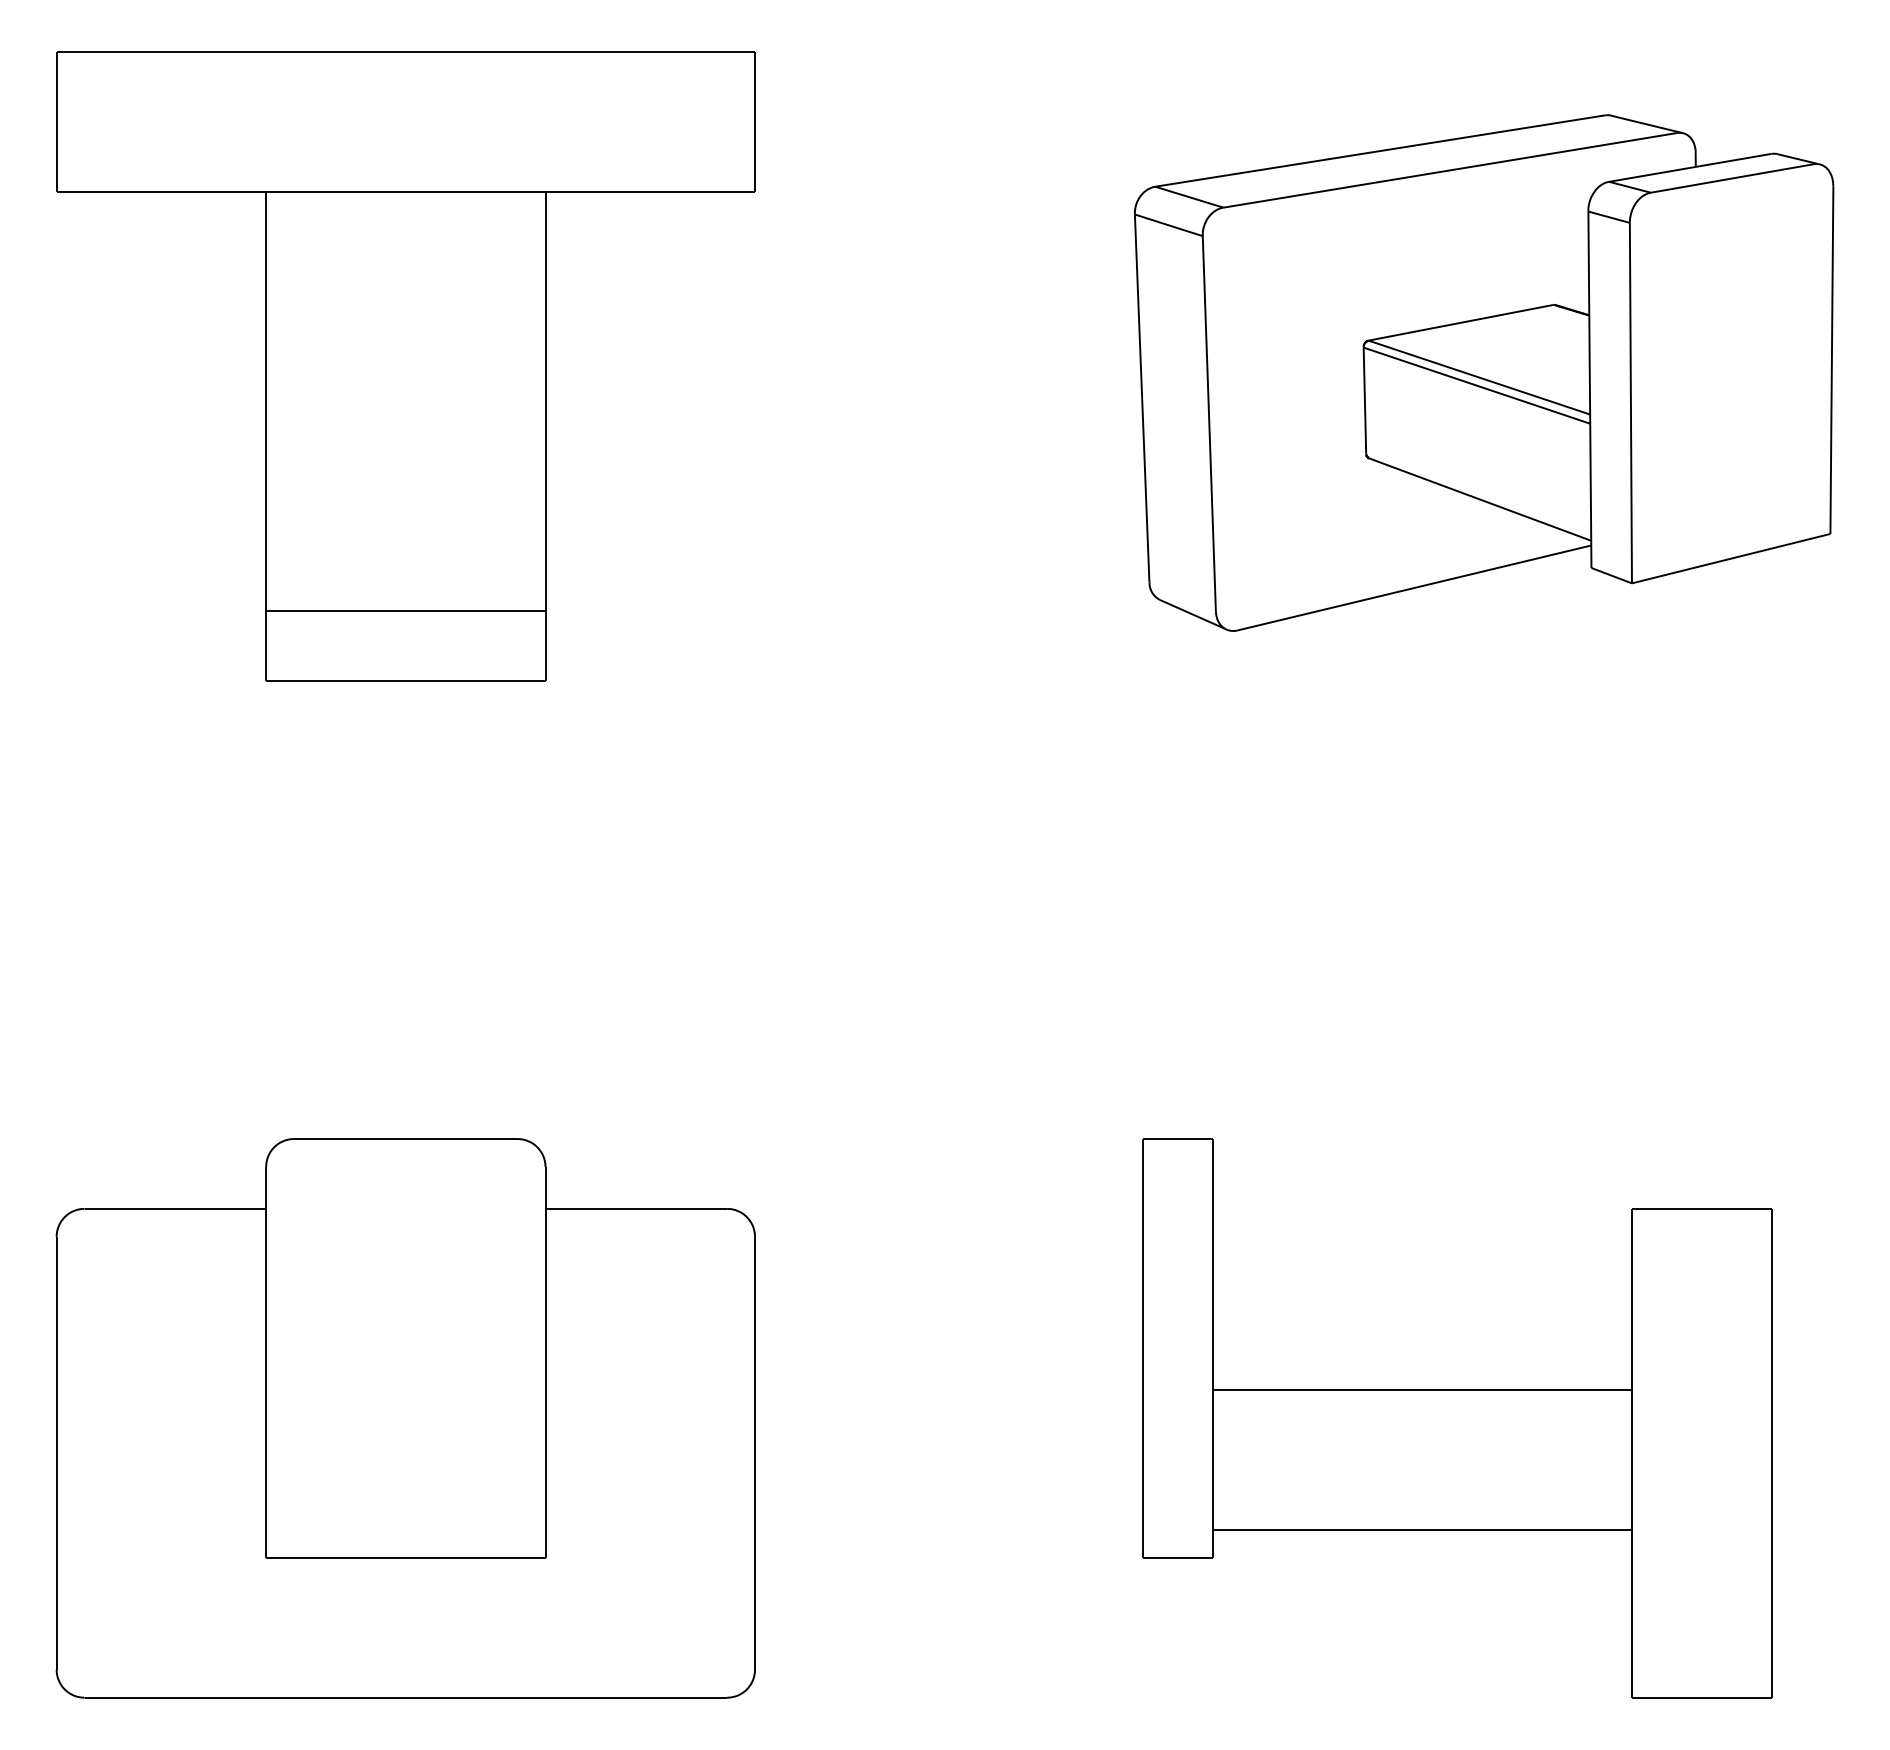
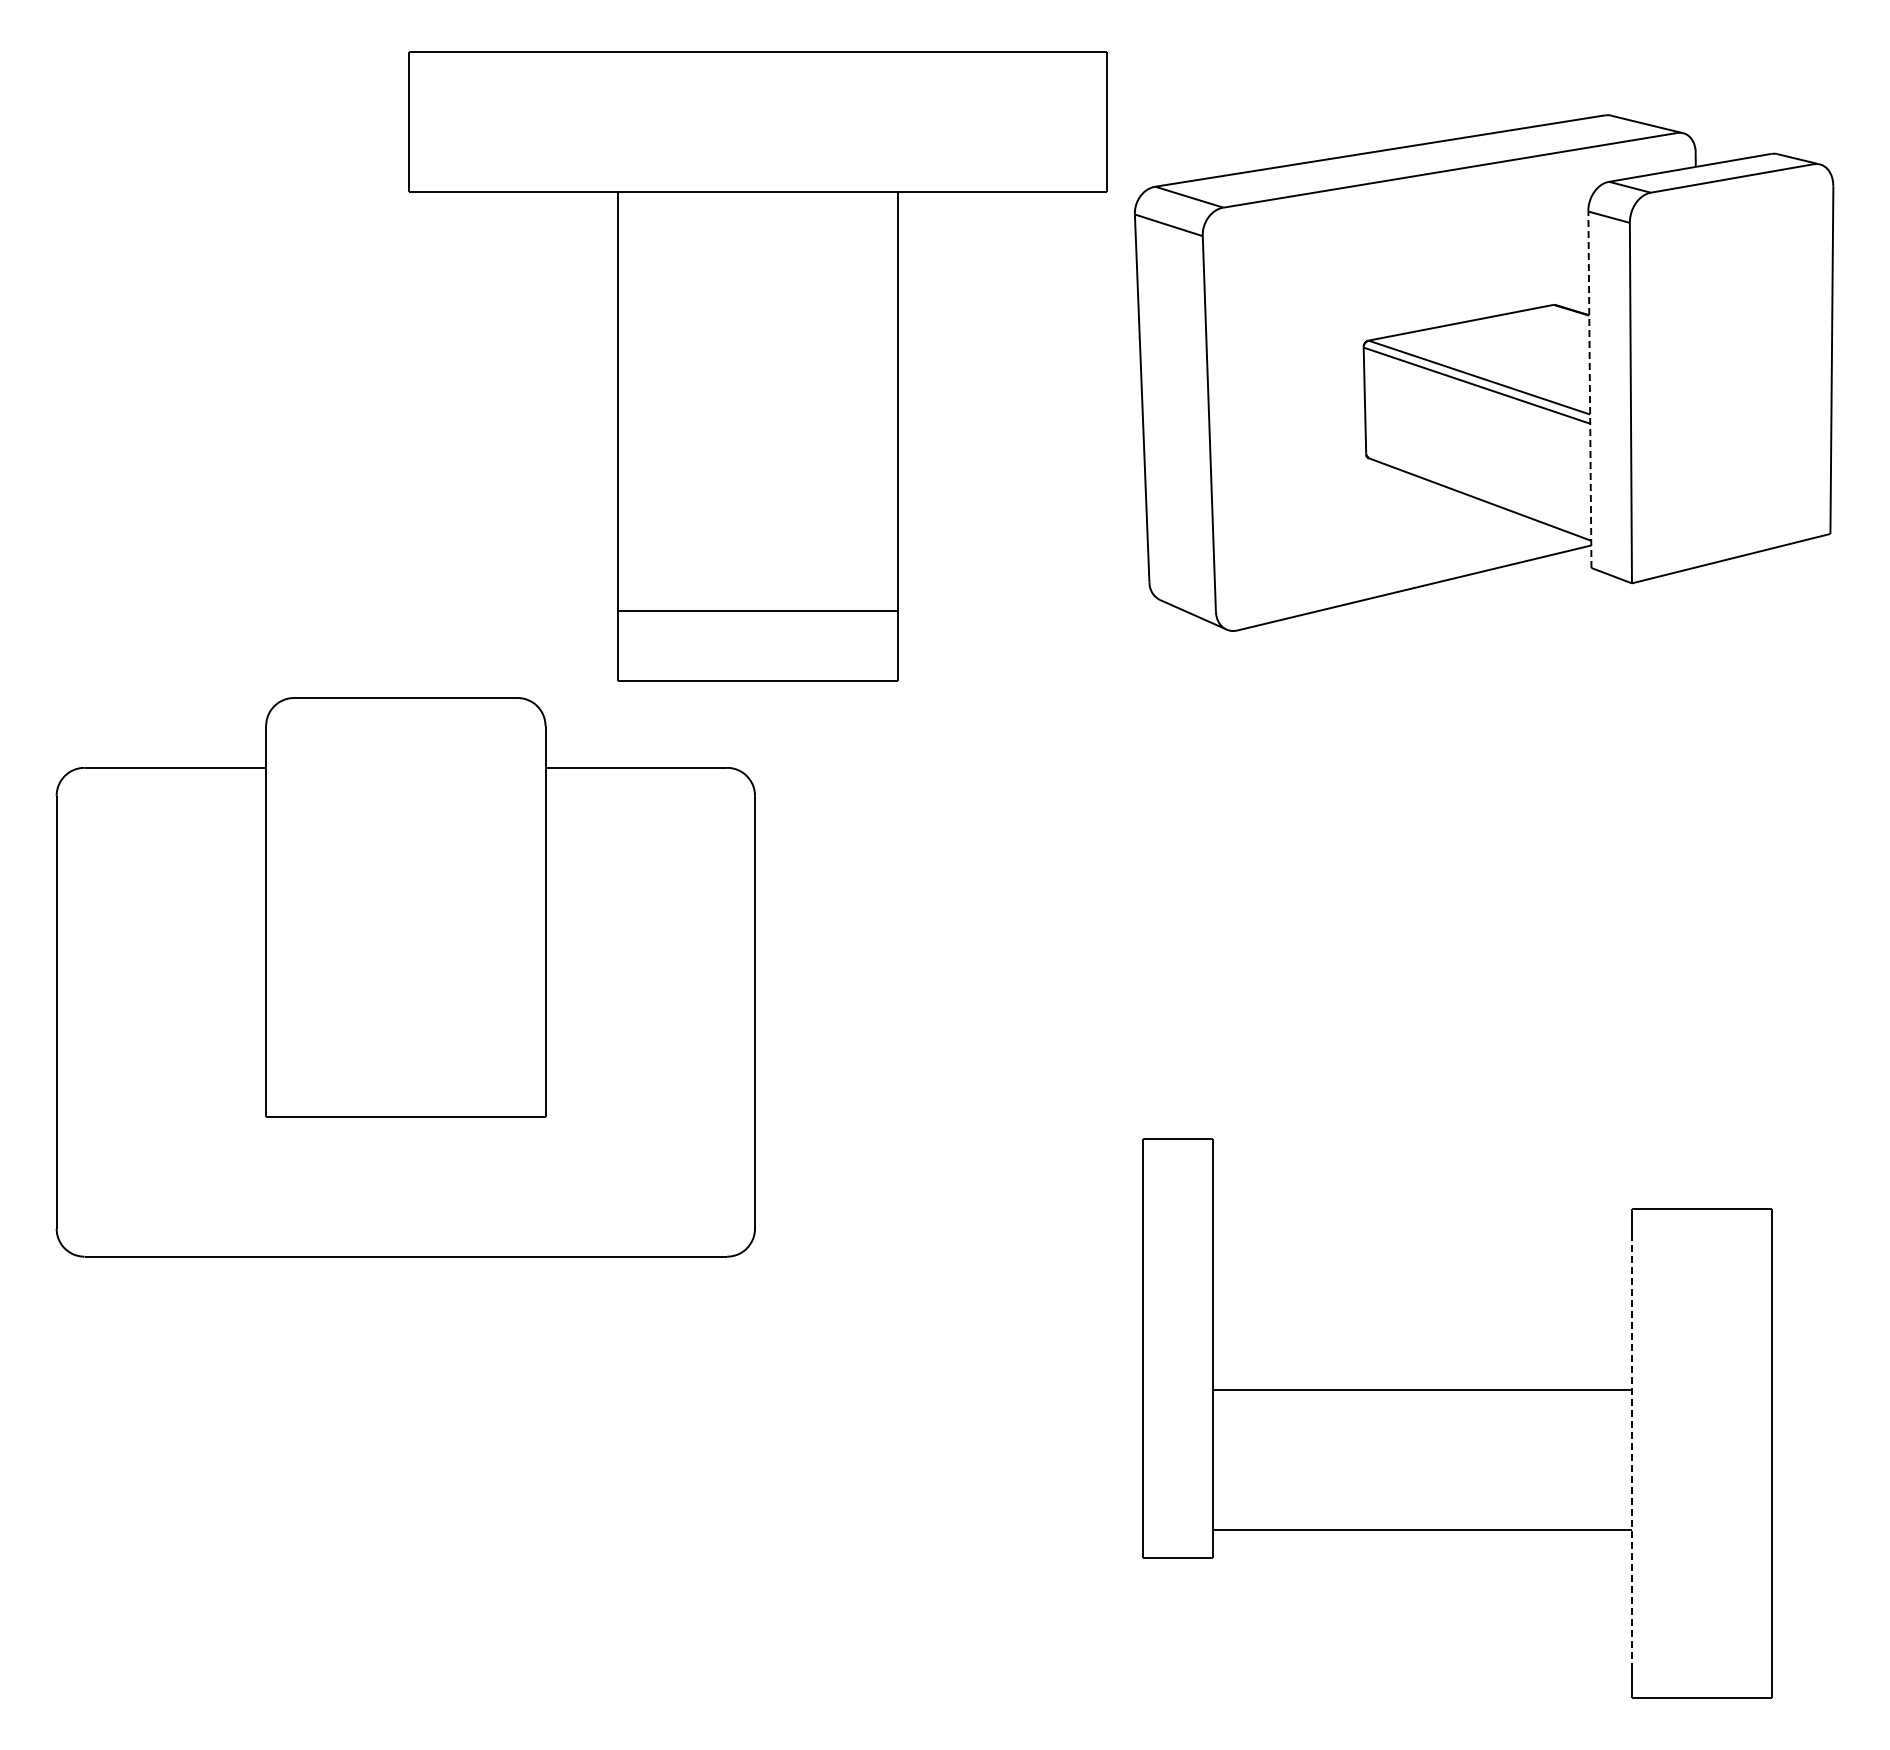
part at (405, 366) position: (405, 366) -> (757, 366)
line at (1589, 389): solid -> dashed
part at (405, 1418) position: (405, 1418) -> (405, 977)
line at (1632, 1452): solid -> dashed
